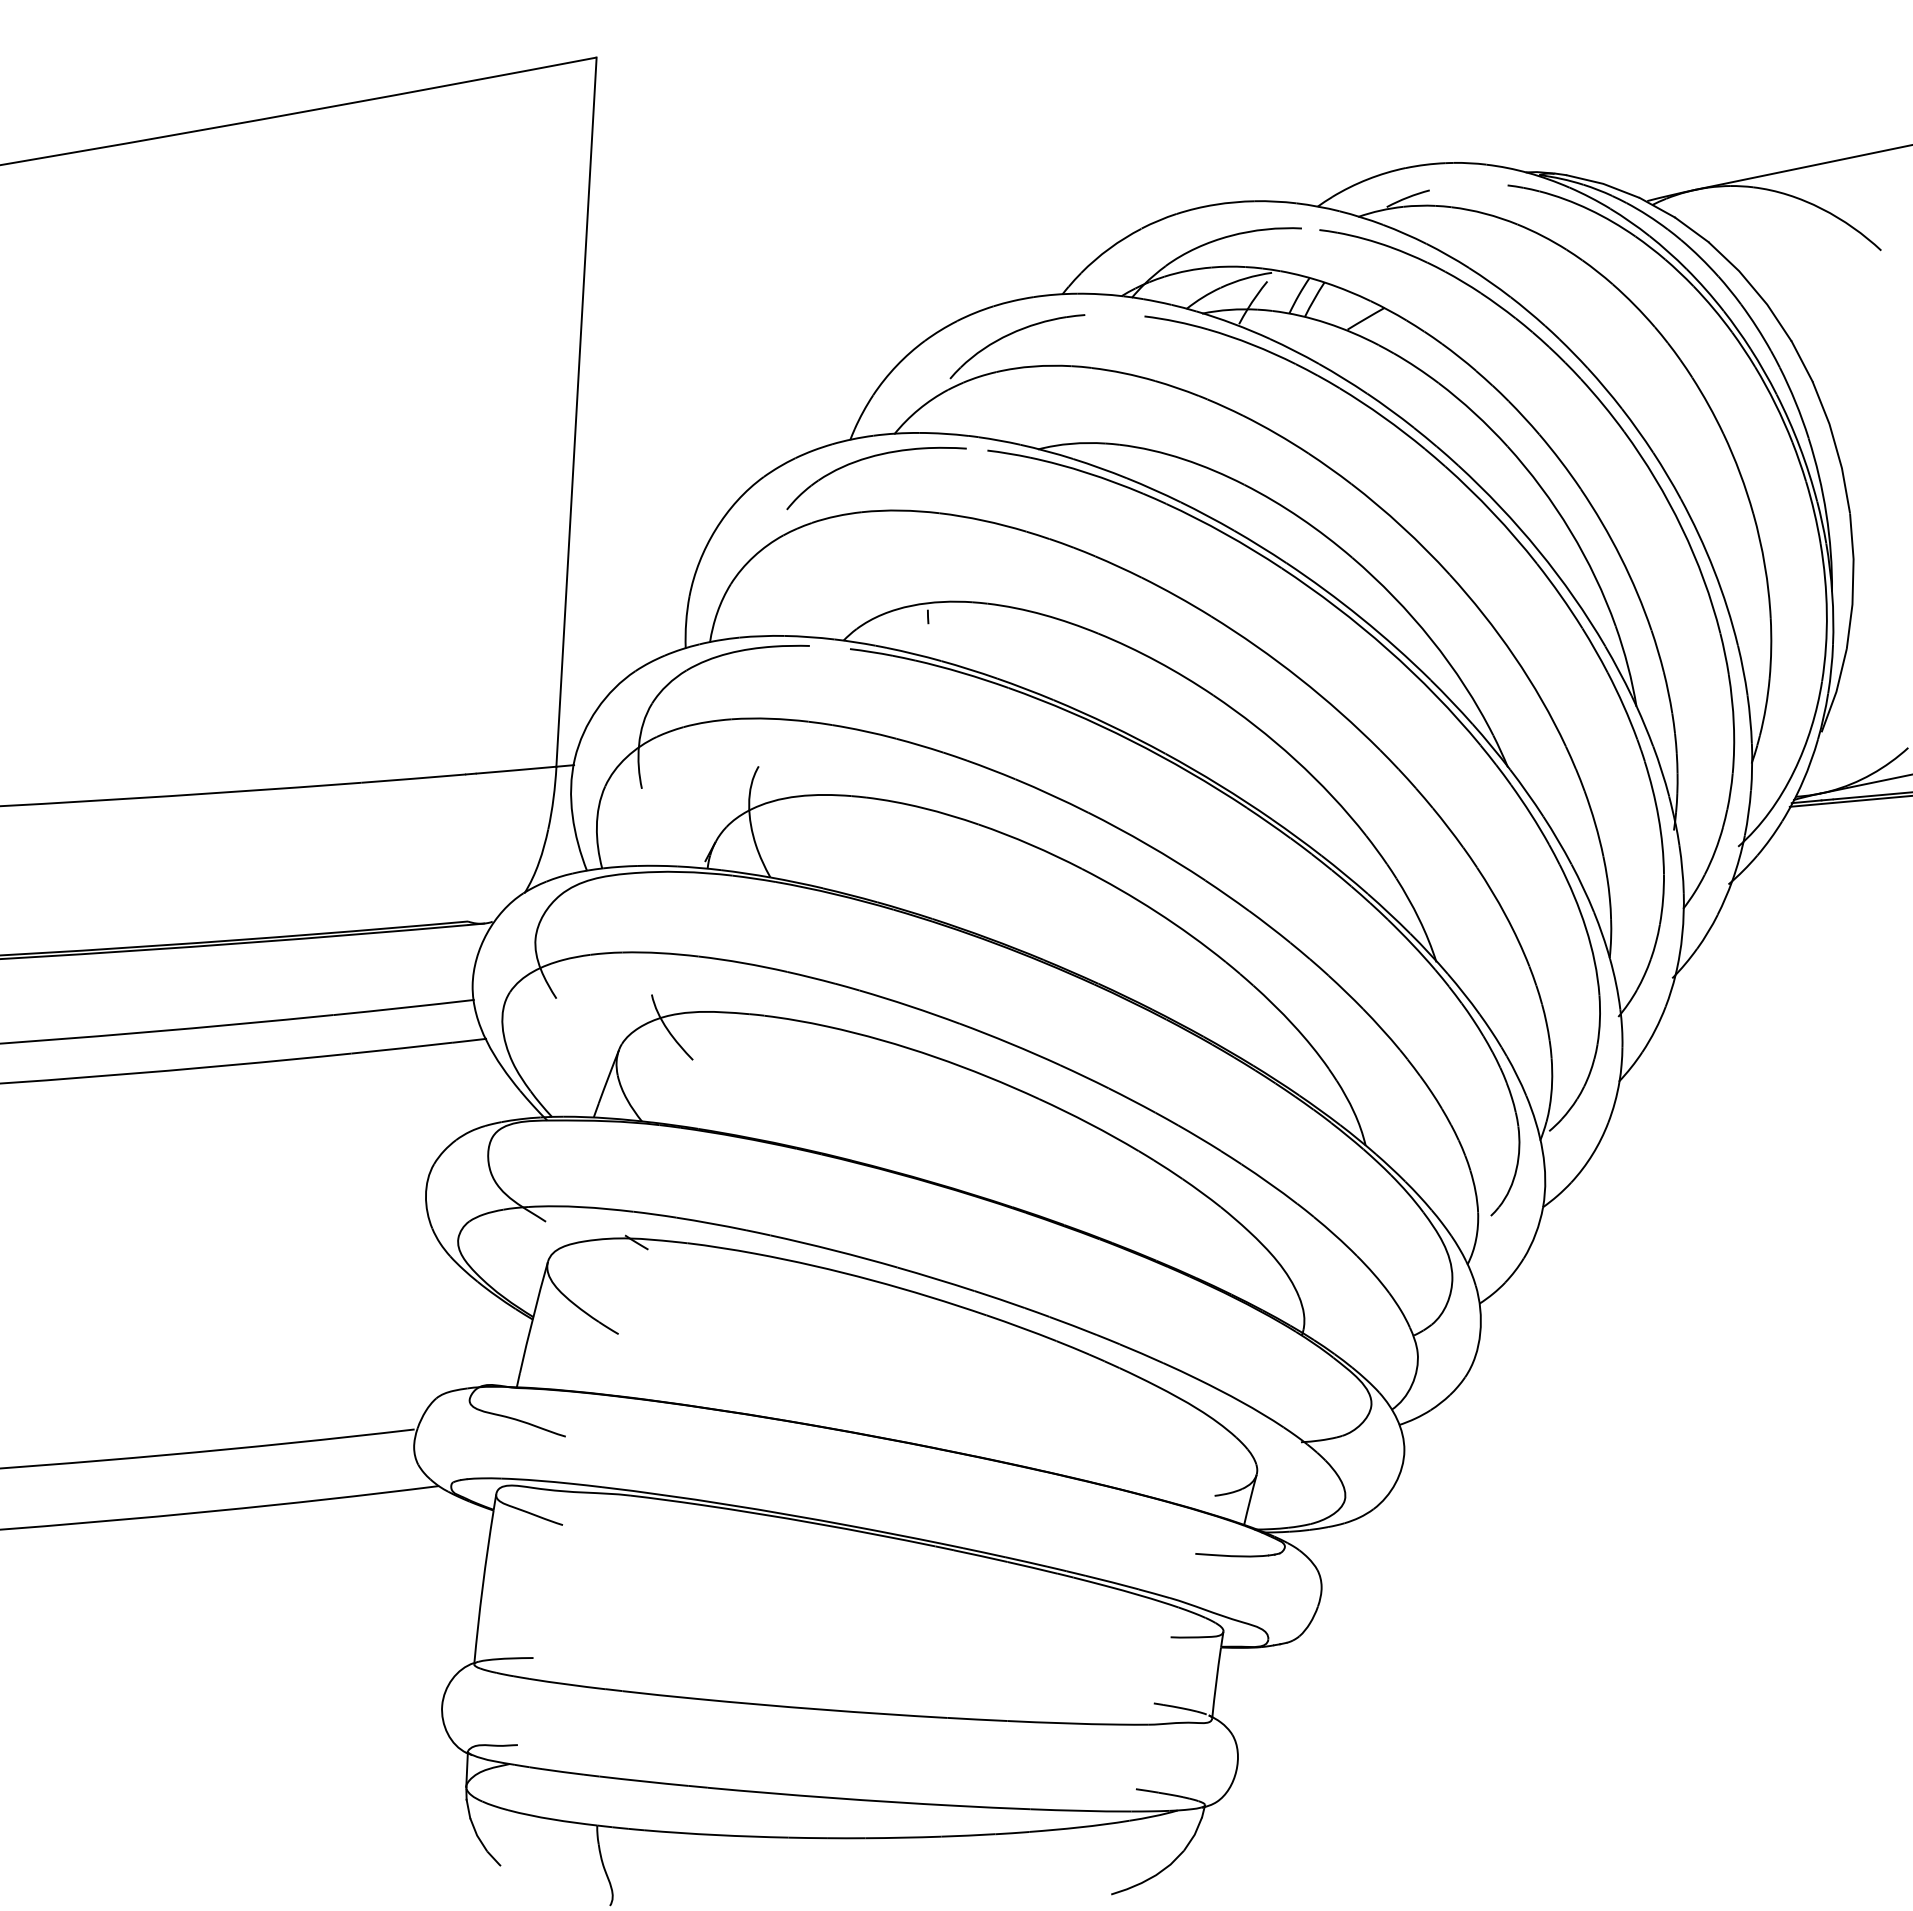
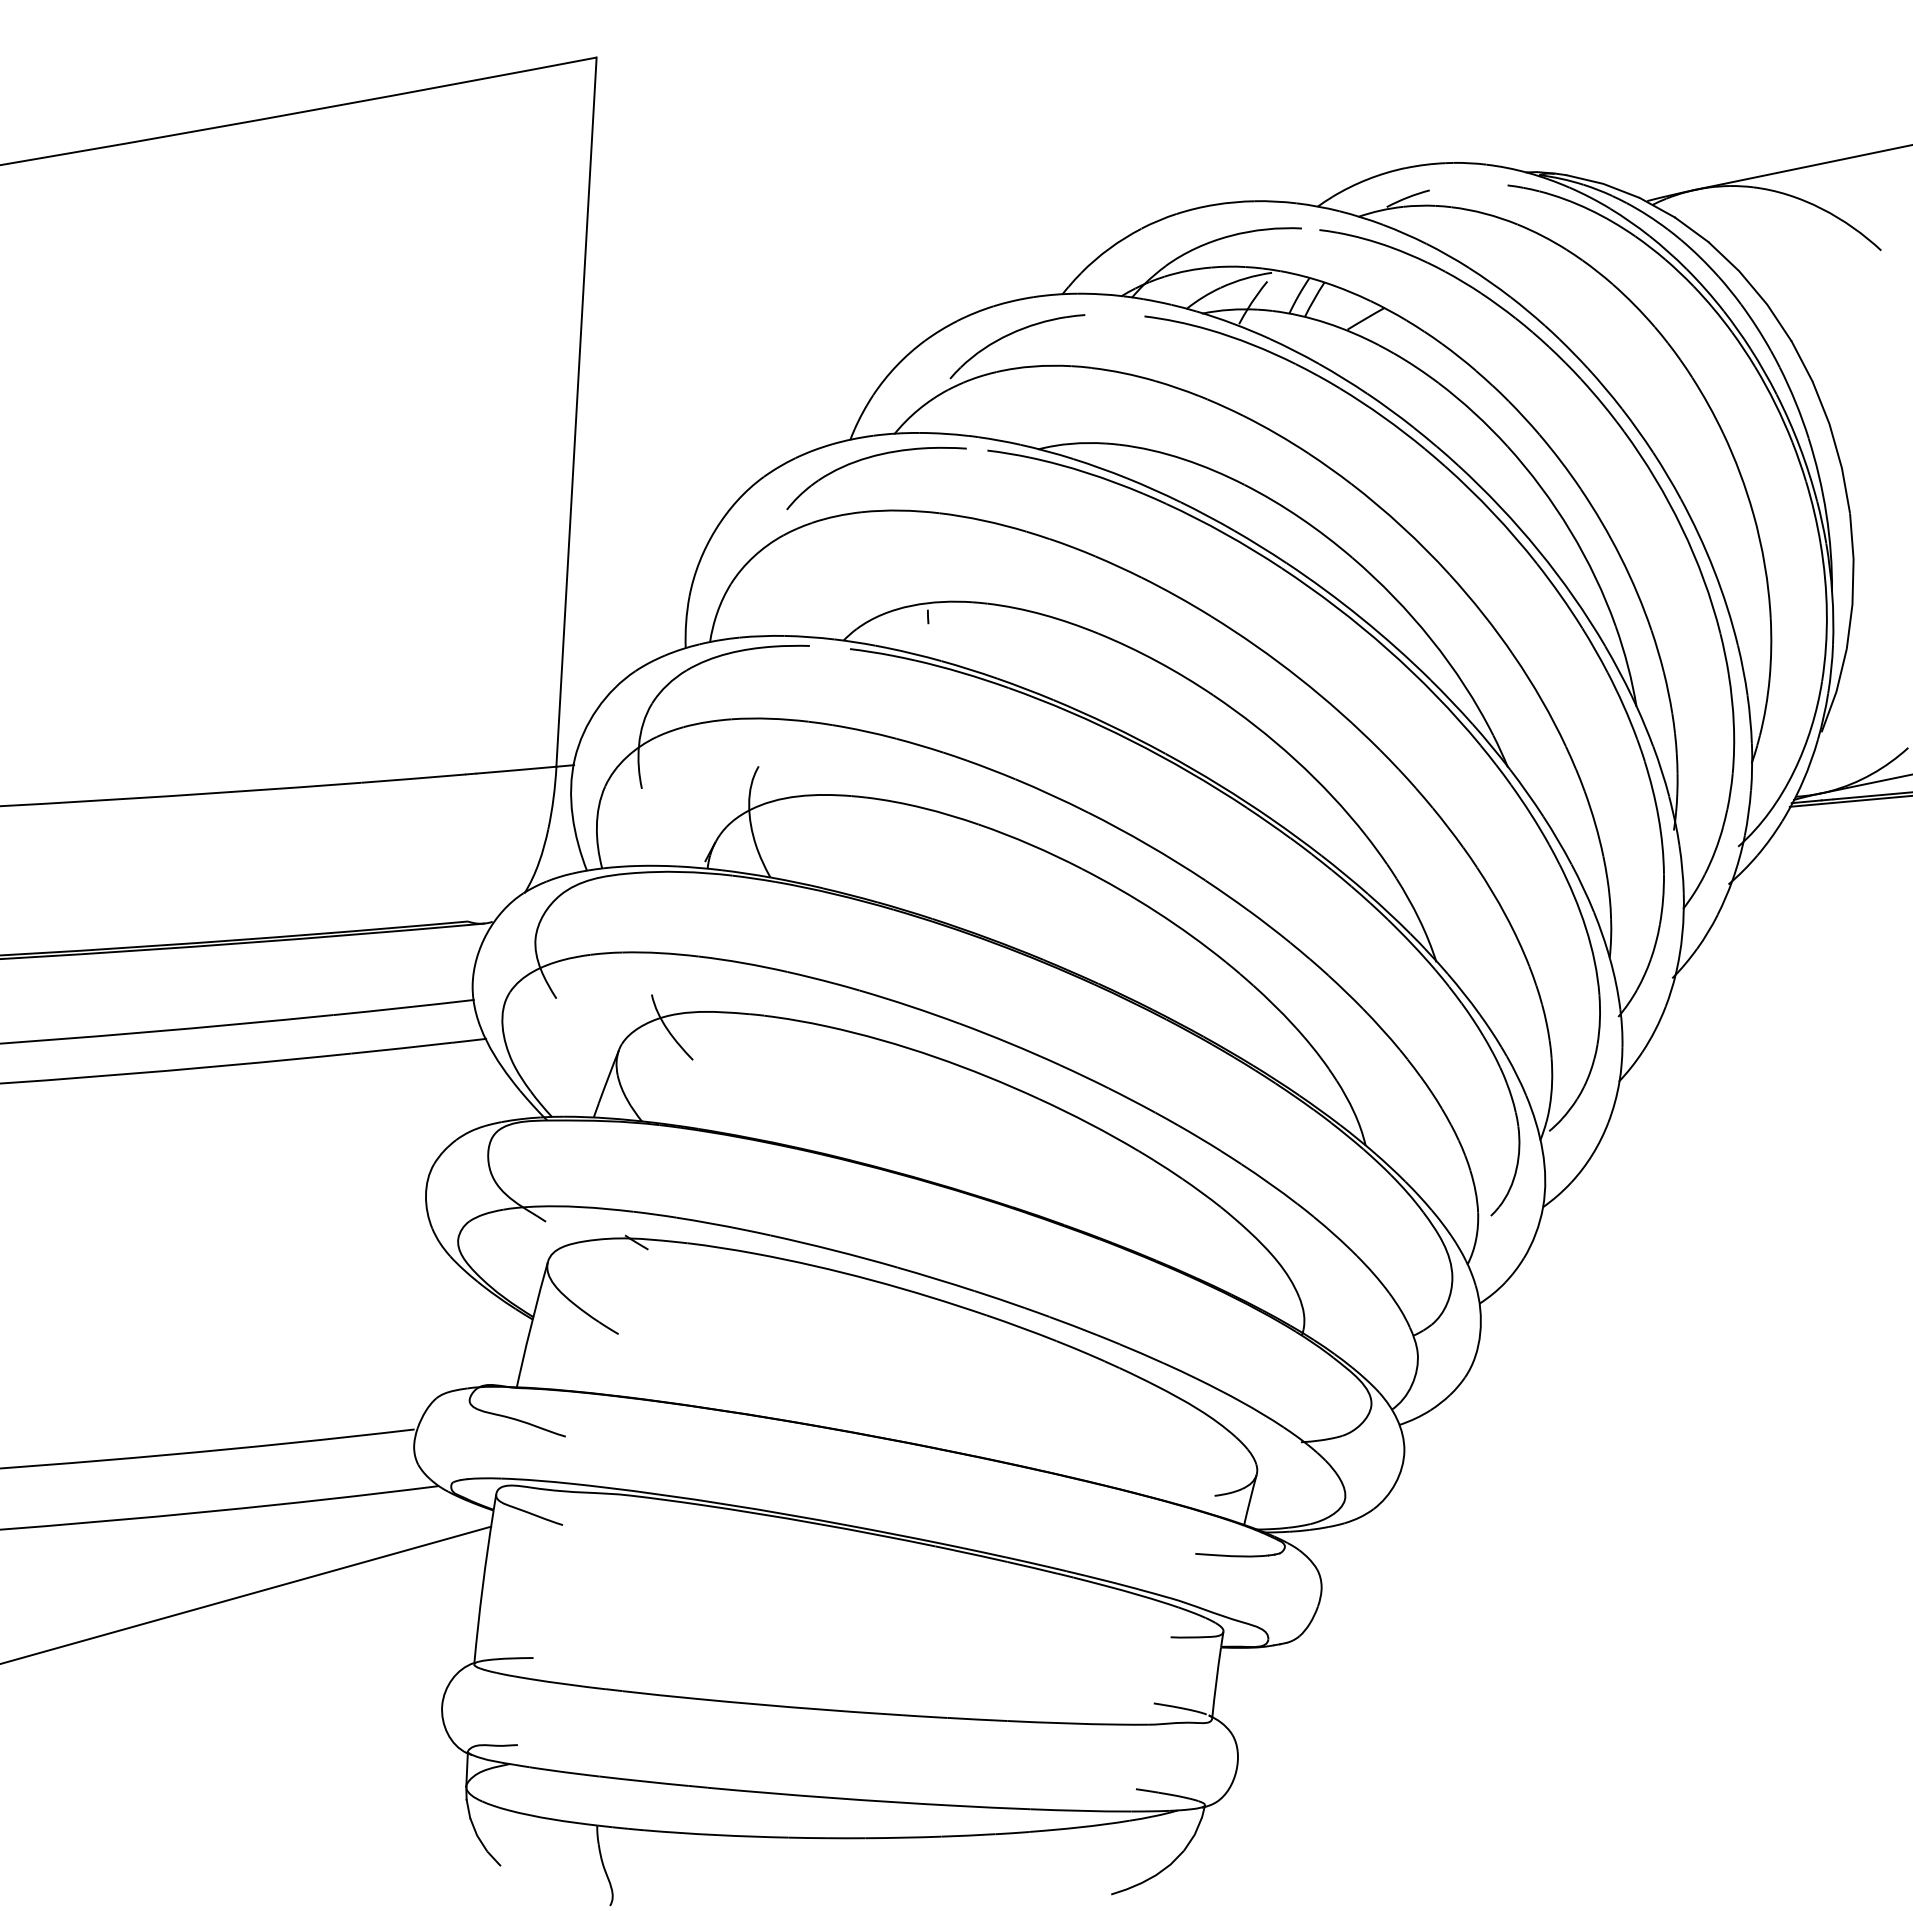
line at (246, 1594): none -> present
